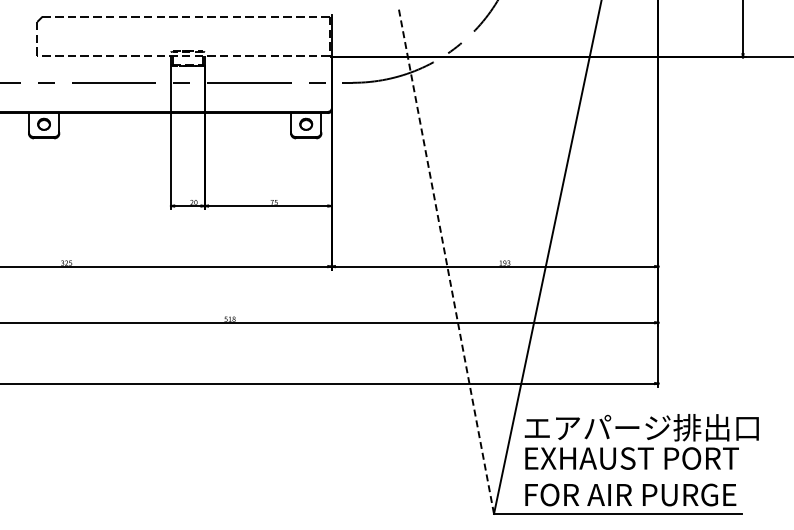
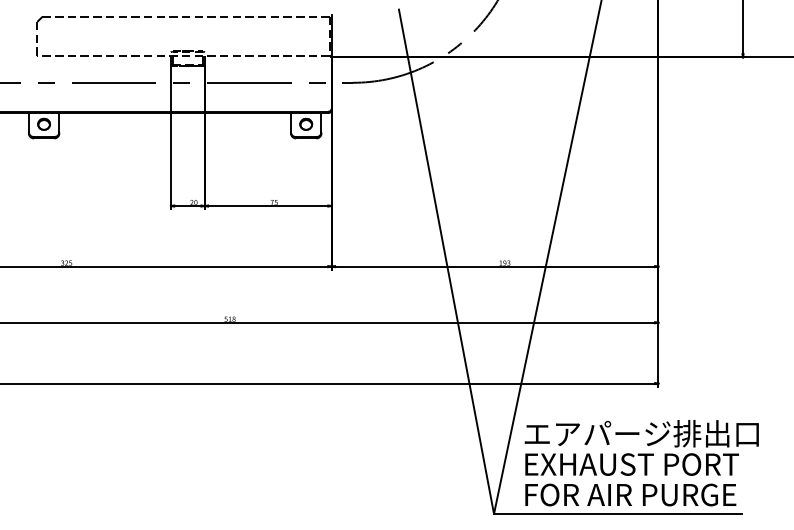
line at (446, 261): dashed -> solid
text at (641, 441) position: (641, 441) -> (641, 447)
